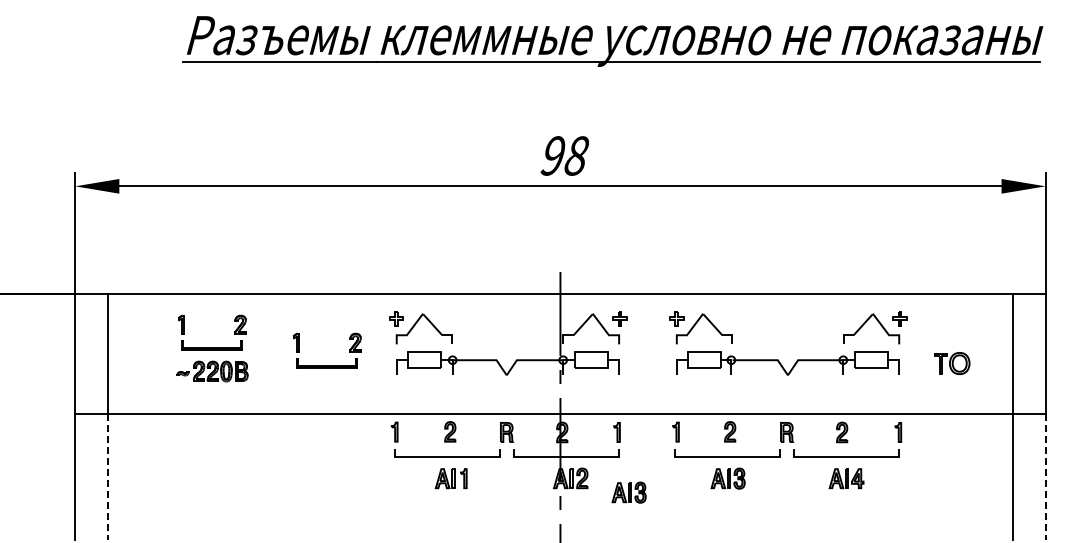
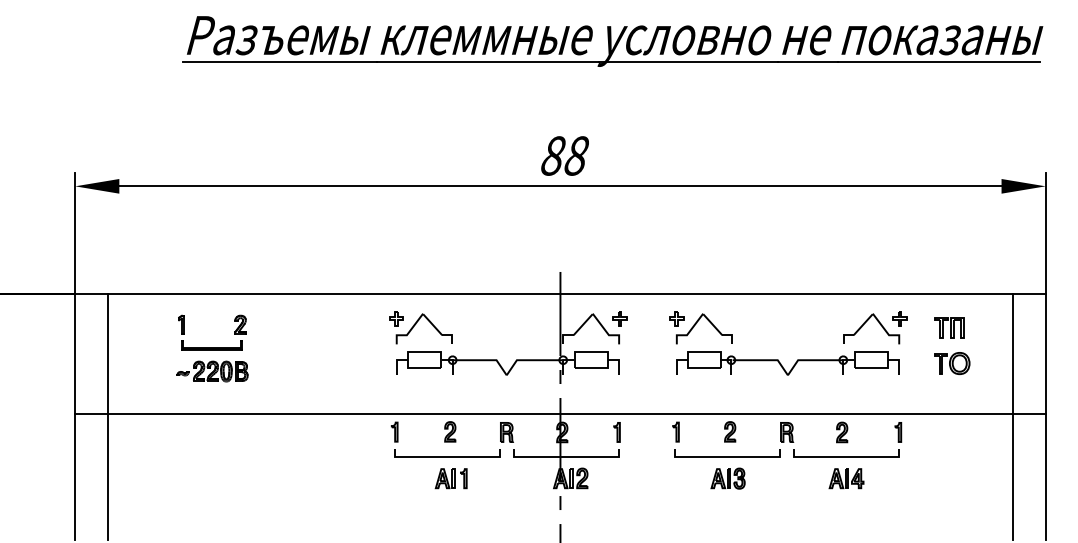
text at (552, 155): 98 -> 88
part at (949, 327): none -> present
part at (327, 365): present -> none
line at (108, 477): dashed -> solid
line at (1045, 477): dashed -> solid
part at (628, 492): present -> none
